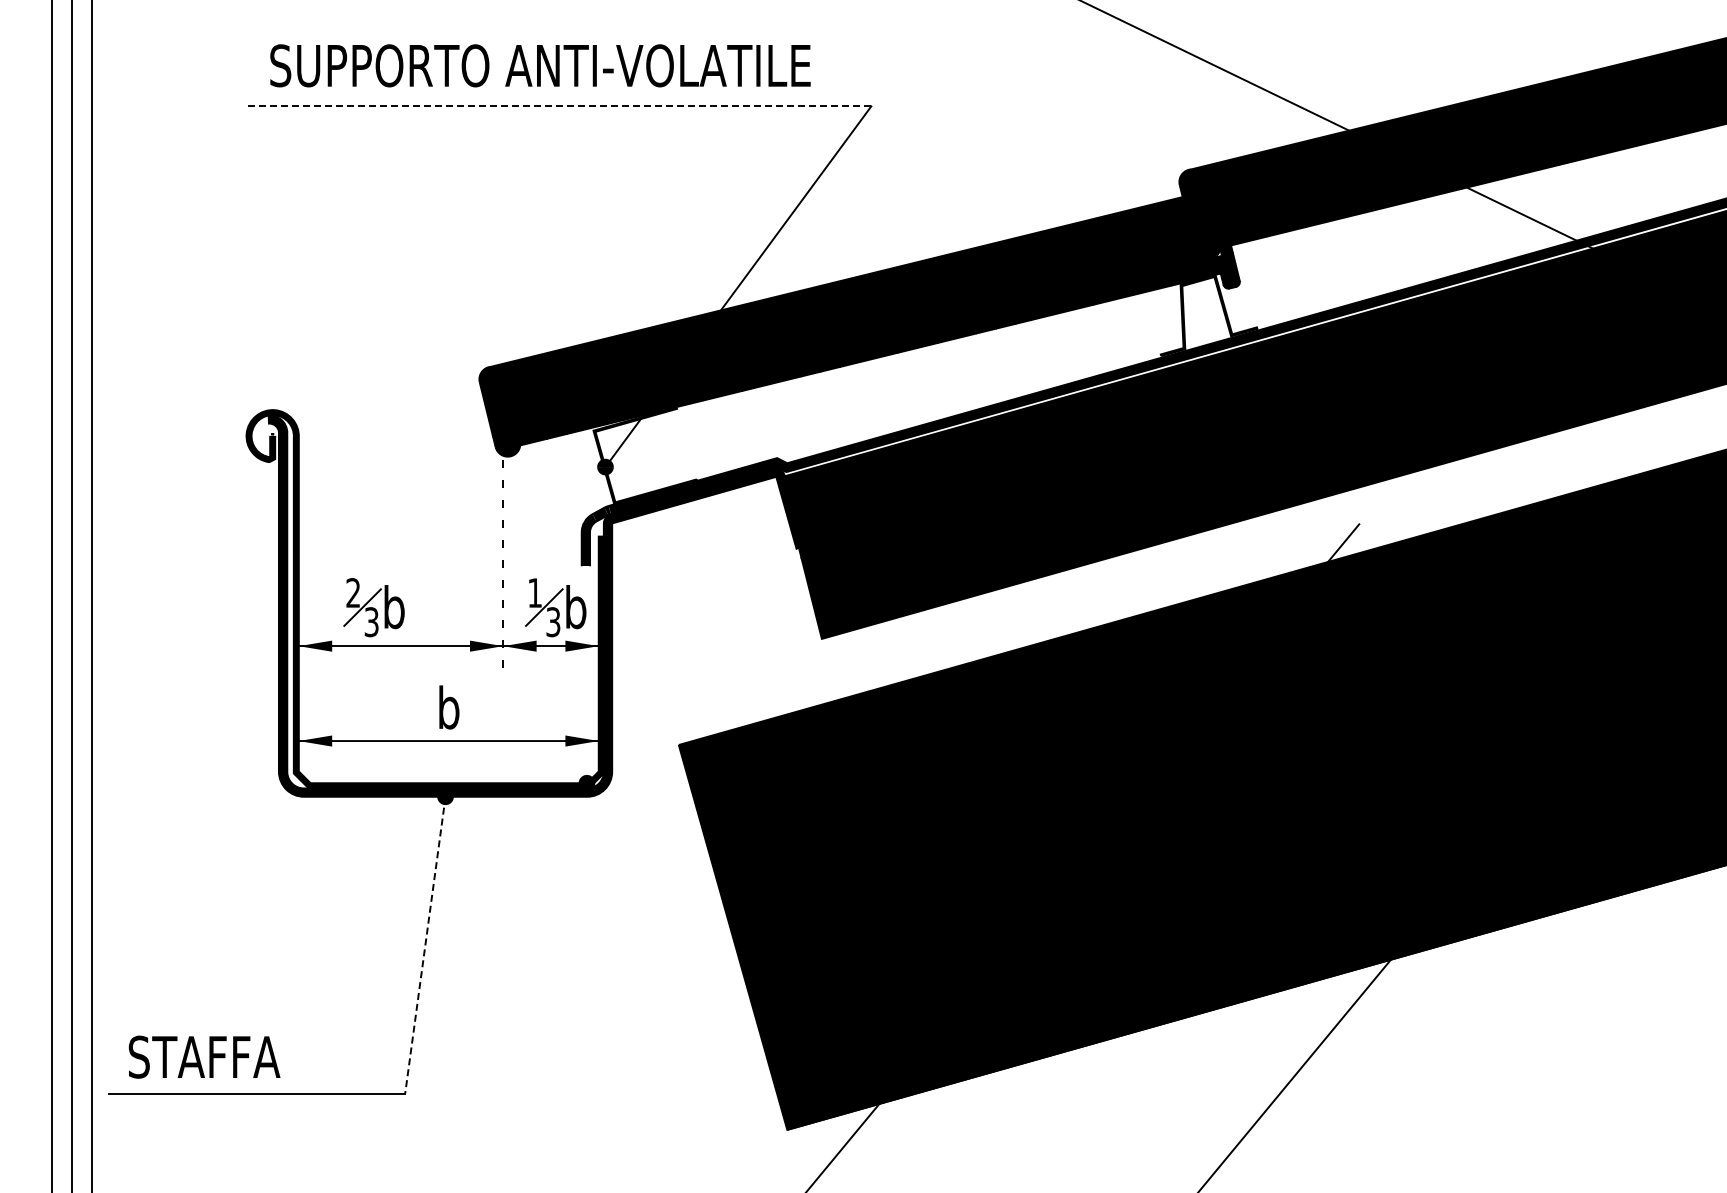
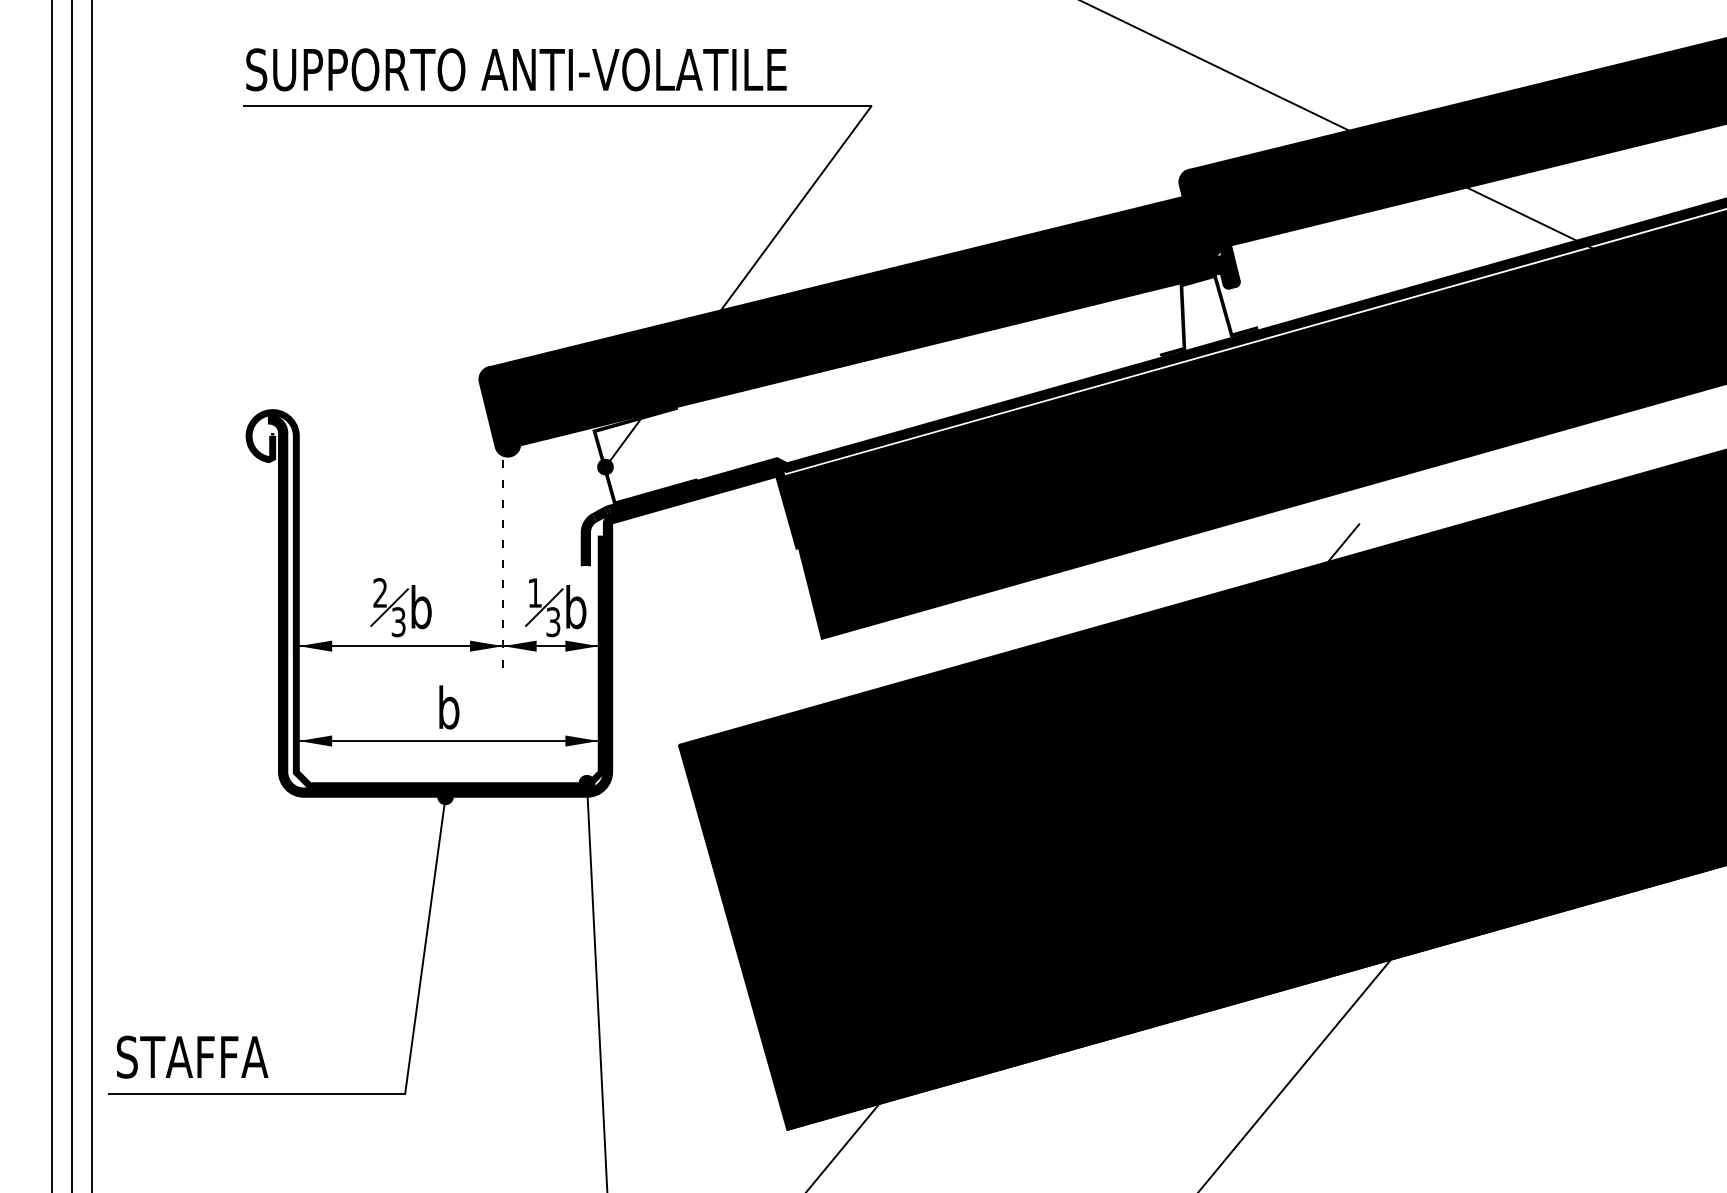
text at (540, 65) position: (540, 65) -> (516, 69)
line at (557, 106): dashed -> solid
part at (373, 607) position: (373, 607) -> (400, 607)
line at (425, 945): dashed -> solid
line at (596, 986): none -> present
text at (204, 1056) position: (204, 1056) -> (192, 1056)
